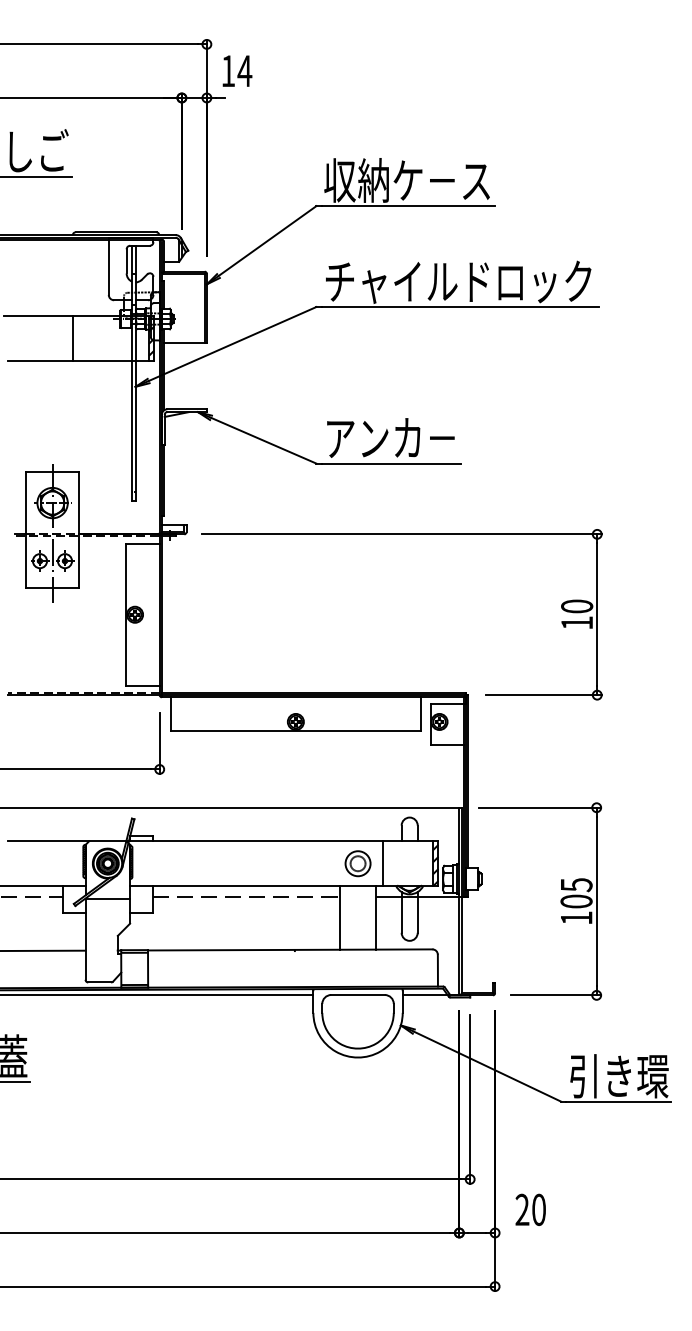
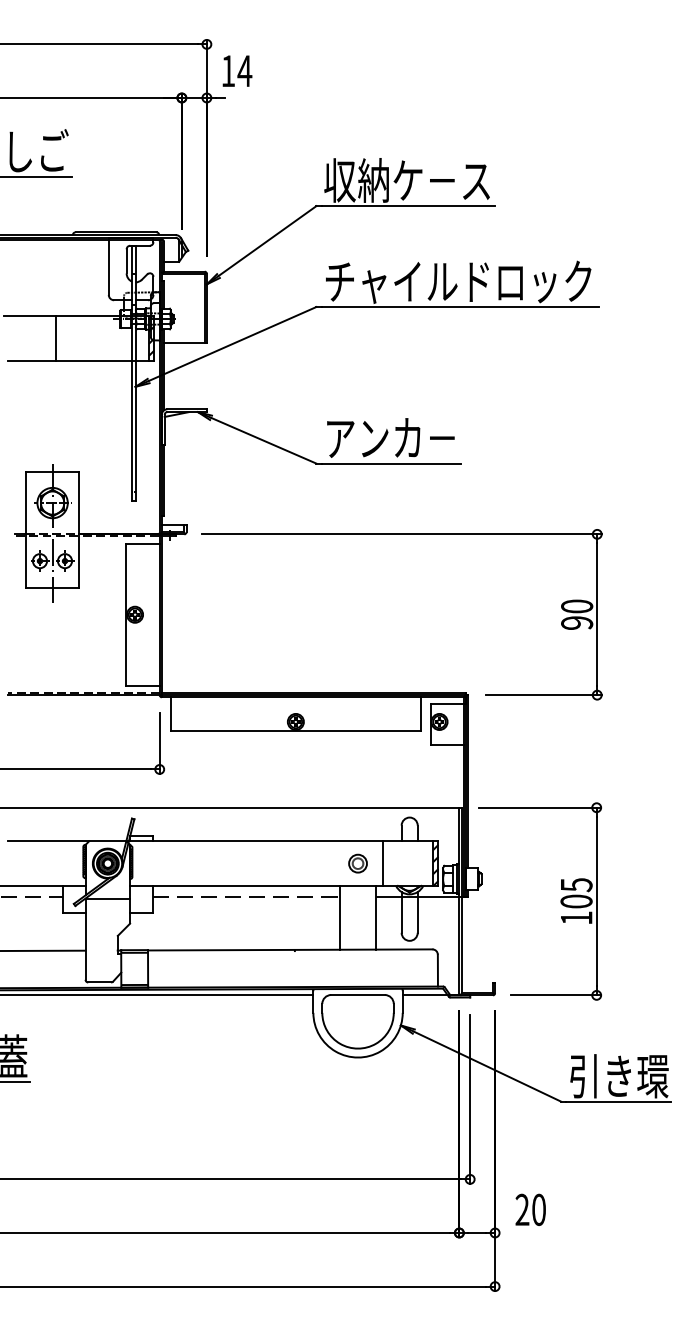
line at (73, 338) position: (73, 338) -> (56, 338)
text at (577, 622): 10 -> 90
part at (357, 863) size: 28x28 px -> 20x21 px
